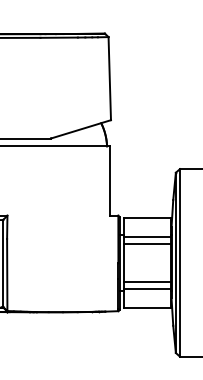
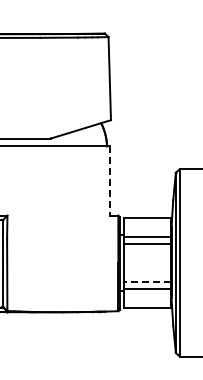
line at (110, 181): solid -> dashed
line at (146, 282): solid -> dashed
